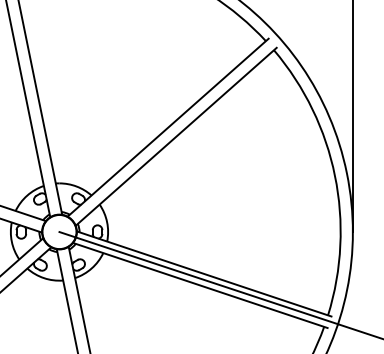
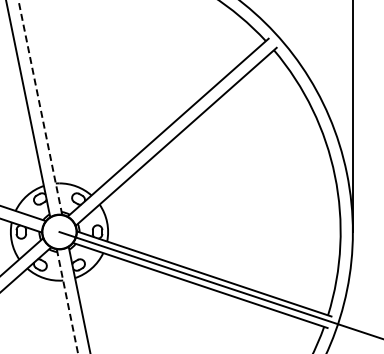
line at (40, 107): solid -> dashed
line at (67, 302): solid -> dashed
